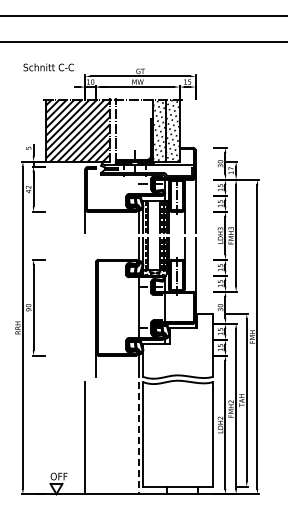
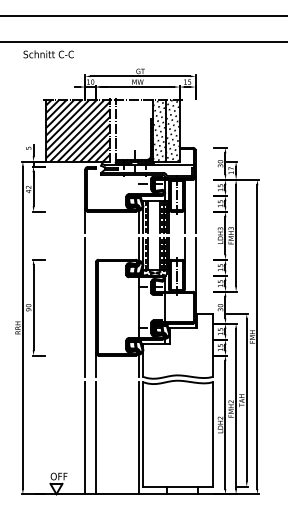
text at (48, 67) position: (48, 67) -> (48, 54)
line at (85, 307): none -> present
line at (95, 438): none -> present
line at (138, 438): dashed -> solid
